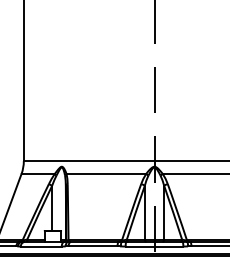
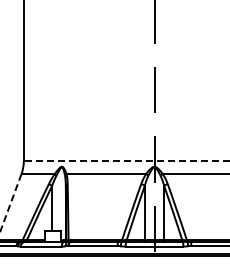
line at (126, 161): solid -> dashed
line at (10, 203): solid -> dashed
